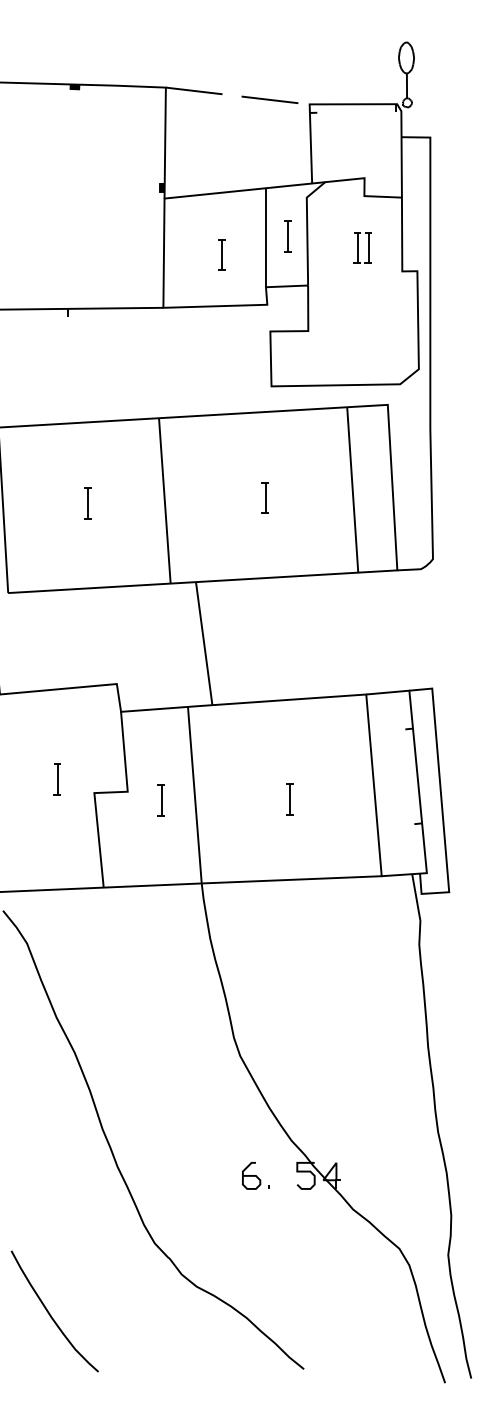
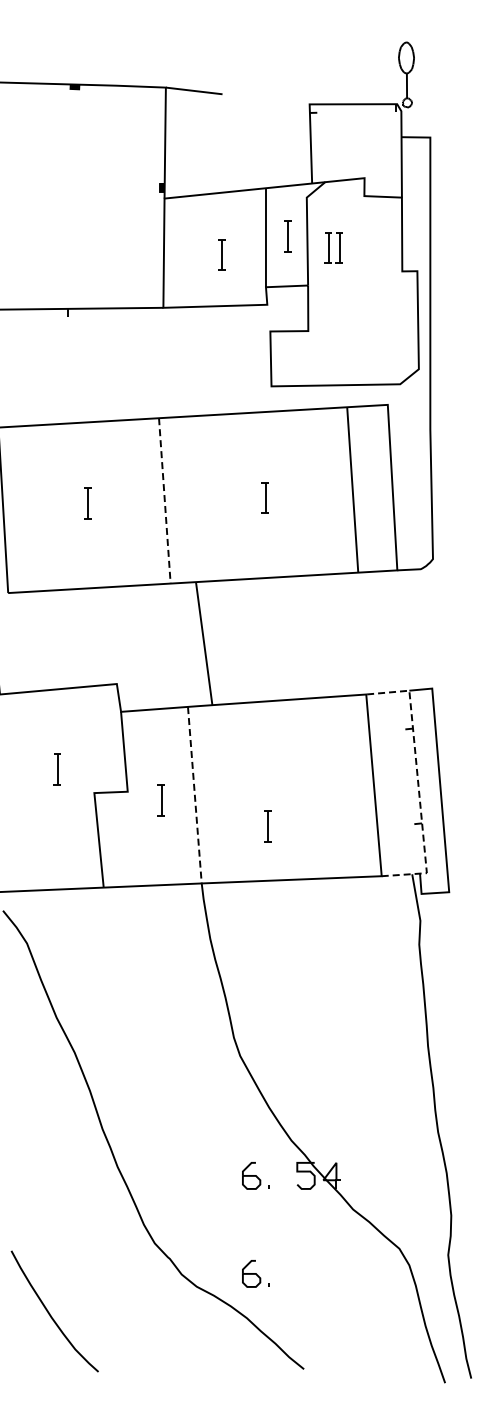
line at (269, 99): present -> none
part at (362, 247) position: (362, 247) -> (333, 247)
line at (164, 501): solid -> dashed
part at (56, 779) position: (56, 779) -> (56, 769)
line at (418, 782): solid -> dashed
line at (194, 795): solid -> dashed
part at (289, 799) position: (289, 799) -> (267, 826)
part at (255, 1273): none -> present
